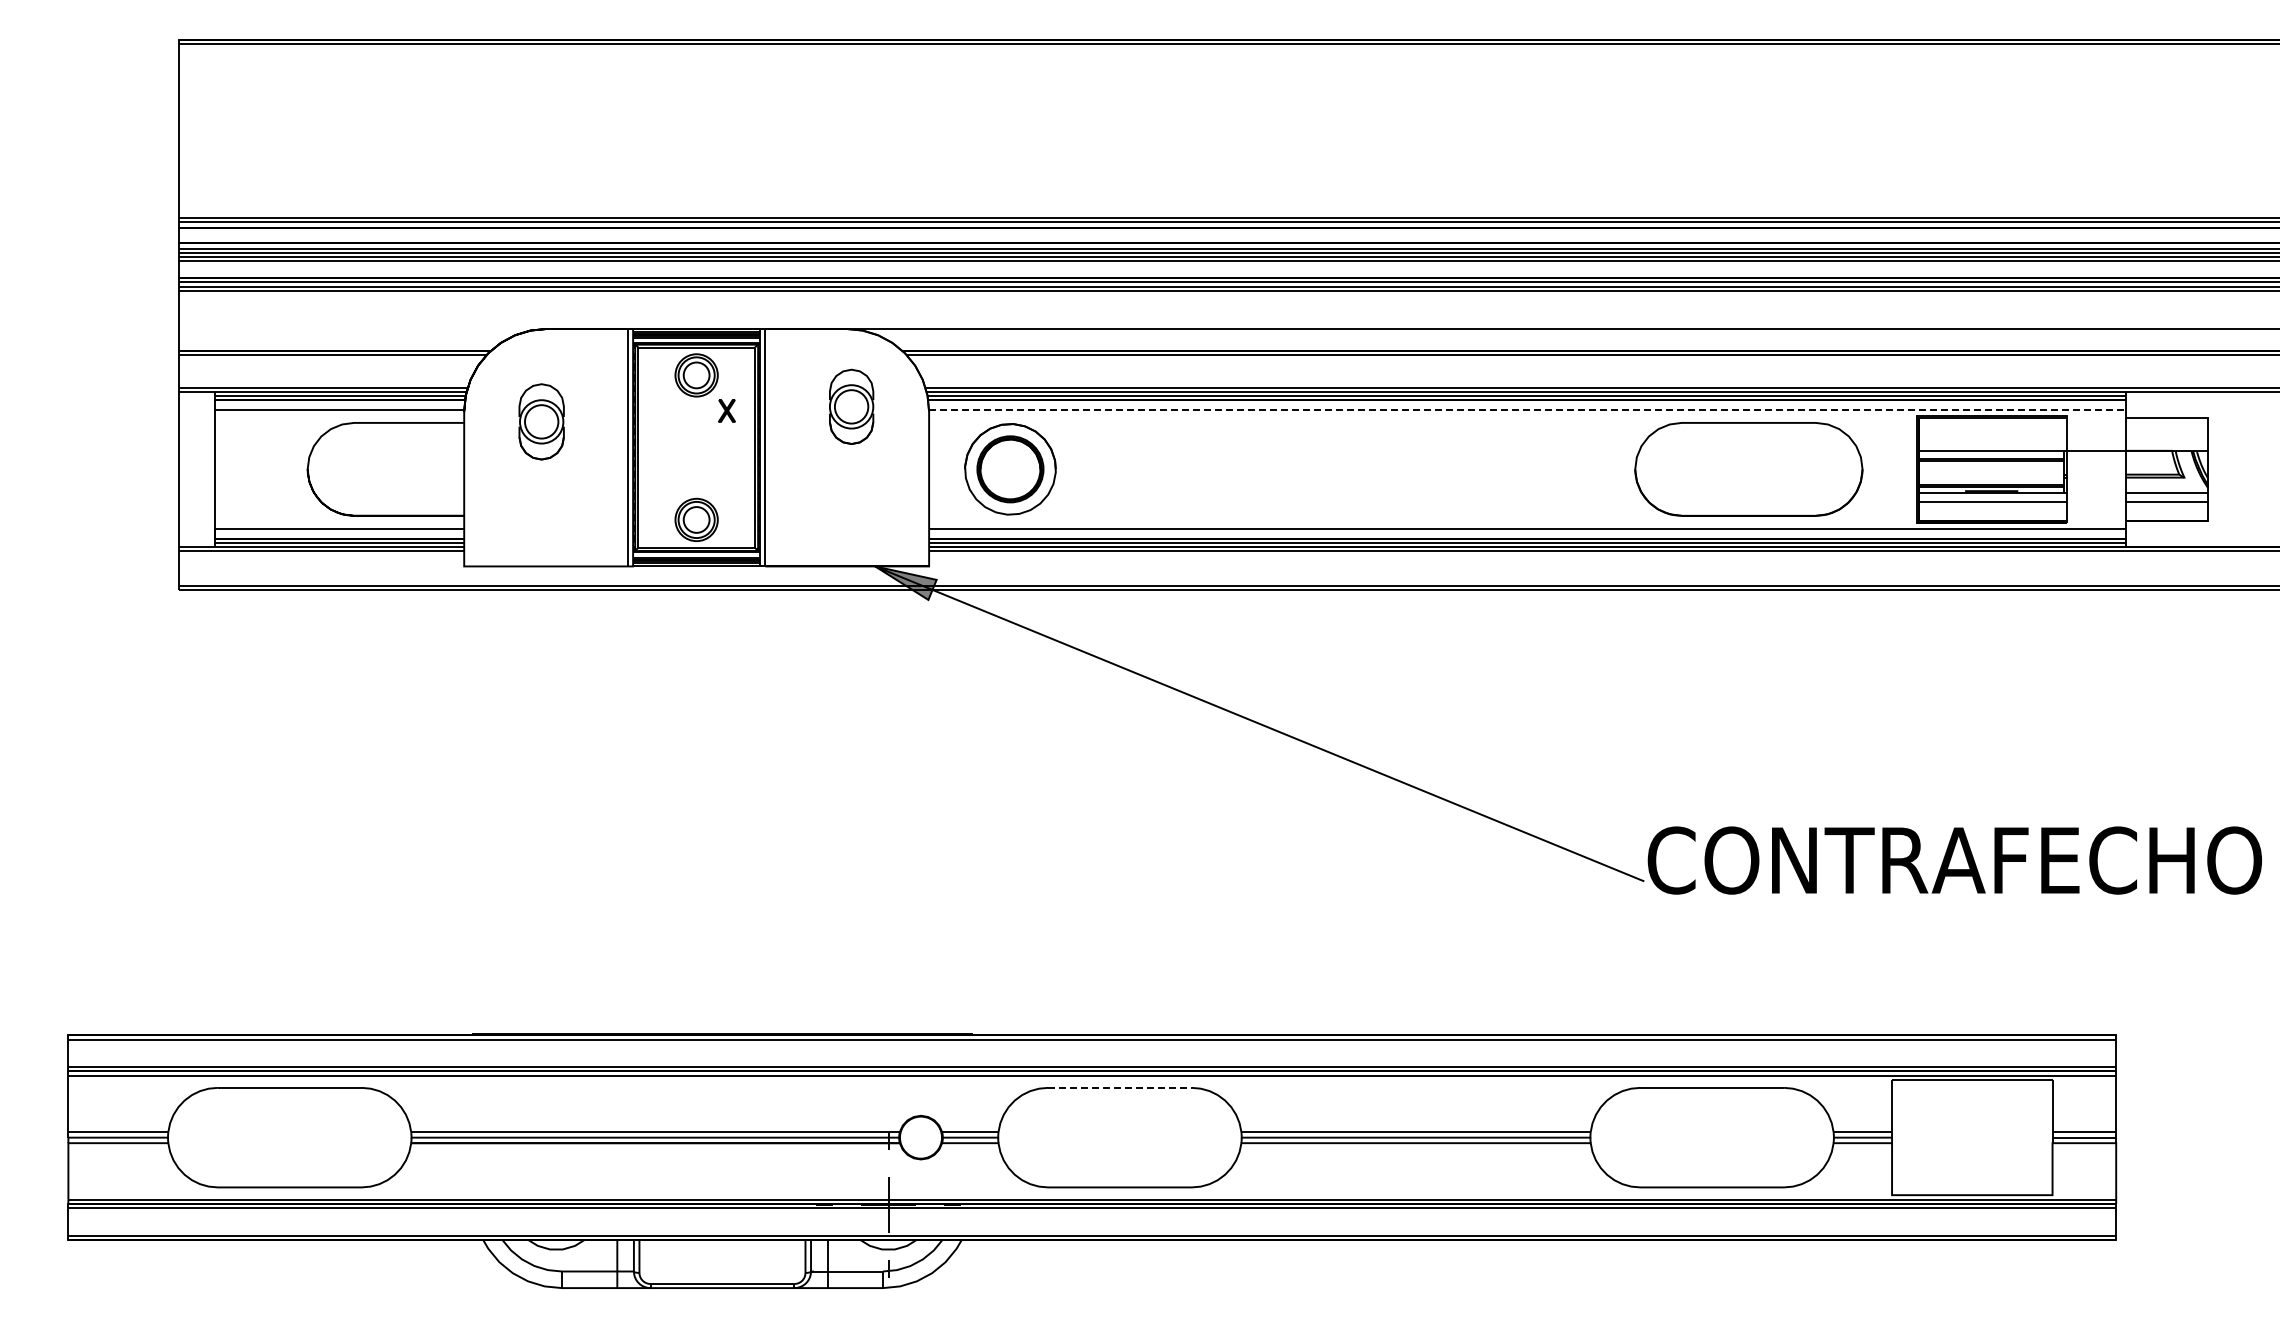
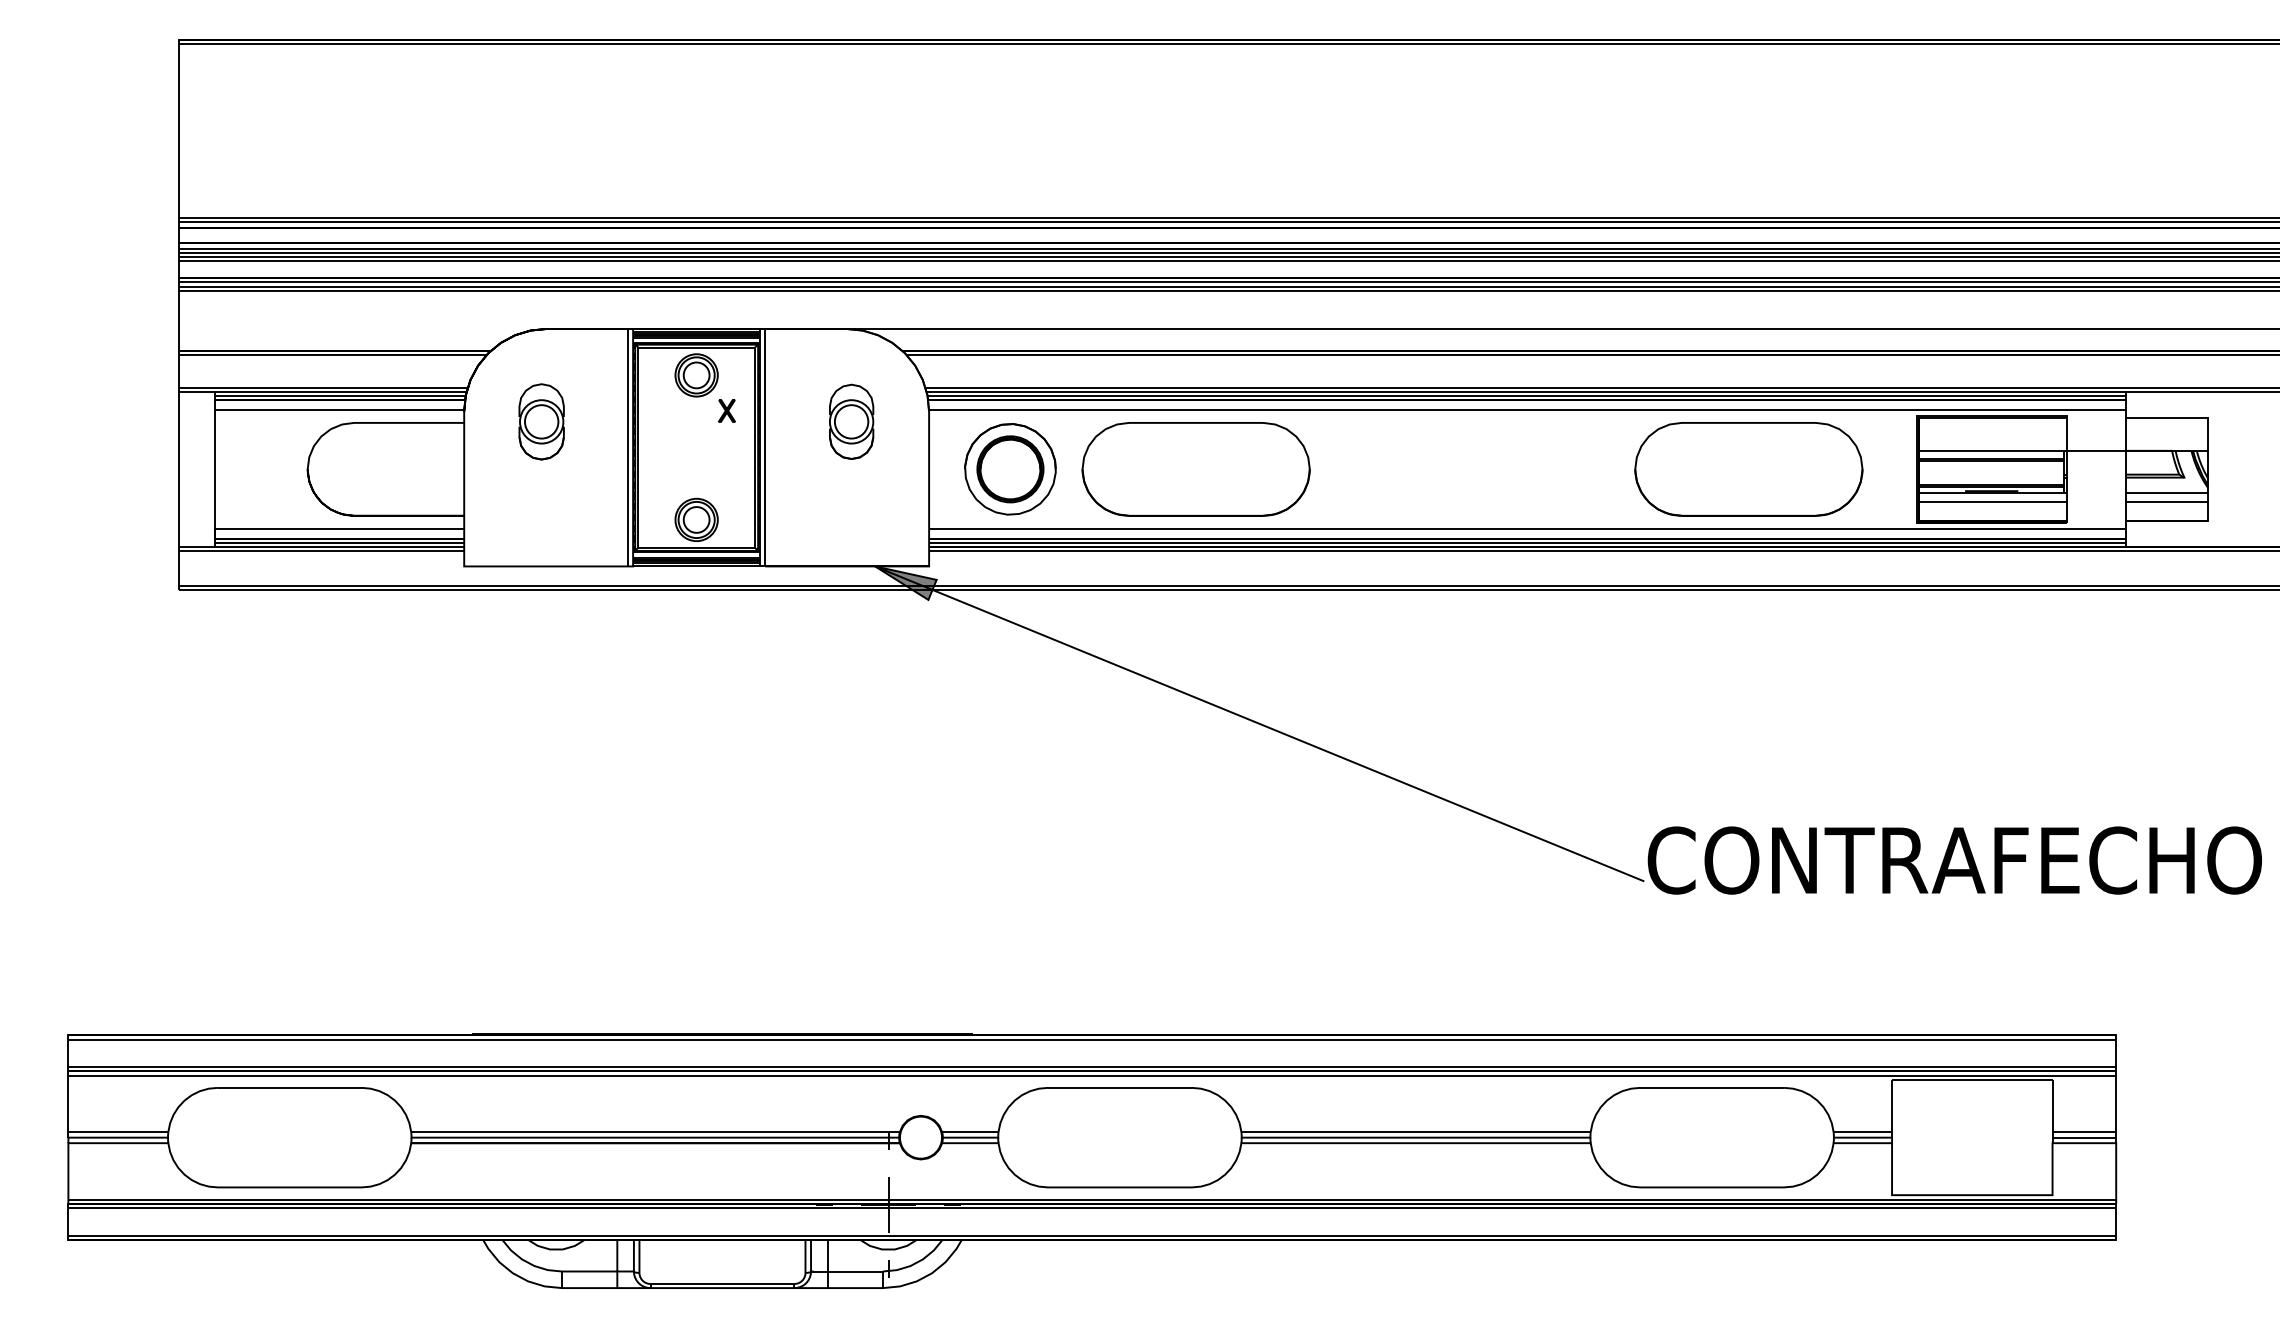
part at (851, 406) position: (851, 406) -> (851, 421)
line at (1528, 410): dashed -> solid
part at (1195, 469): none -> present
line at (1119, 1087): dashed -> solid
